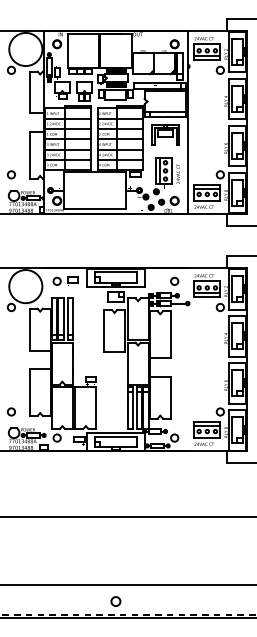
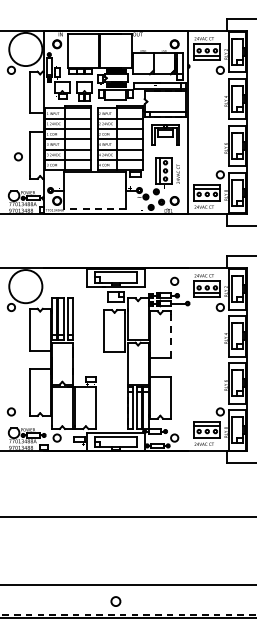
circle at (10, 174) position: (10, 174) -> (17, 156)
line at (94, 208): solid -> dashed
part at (65, 280): present -> none
line at (170, 336): solid -> dashed
